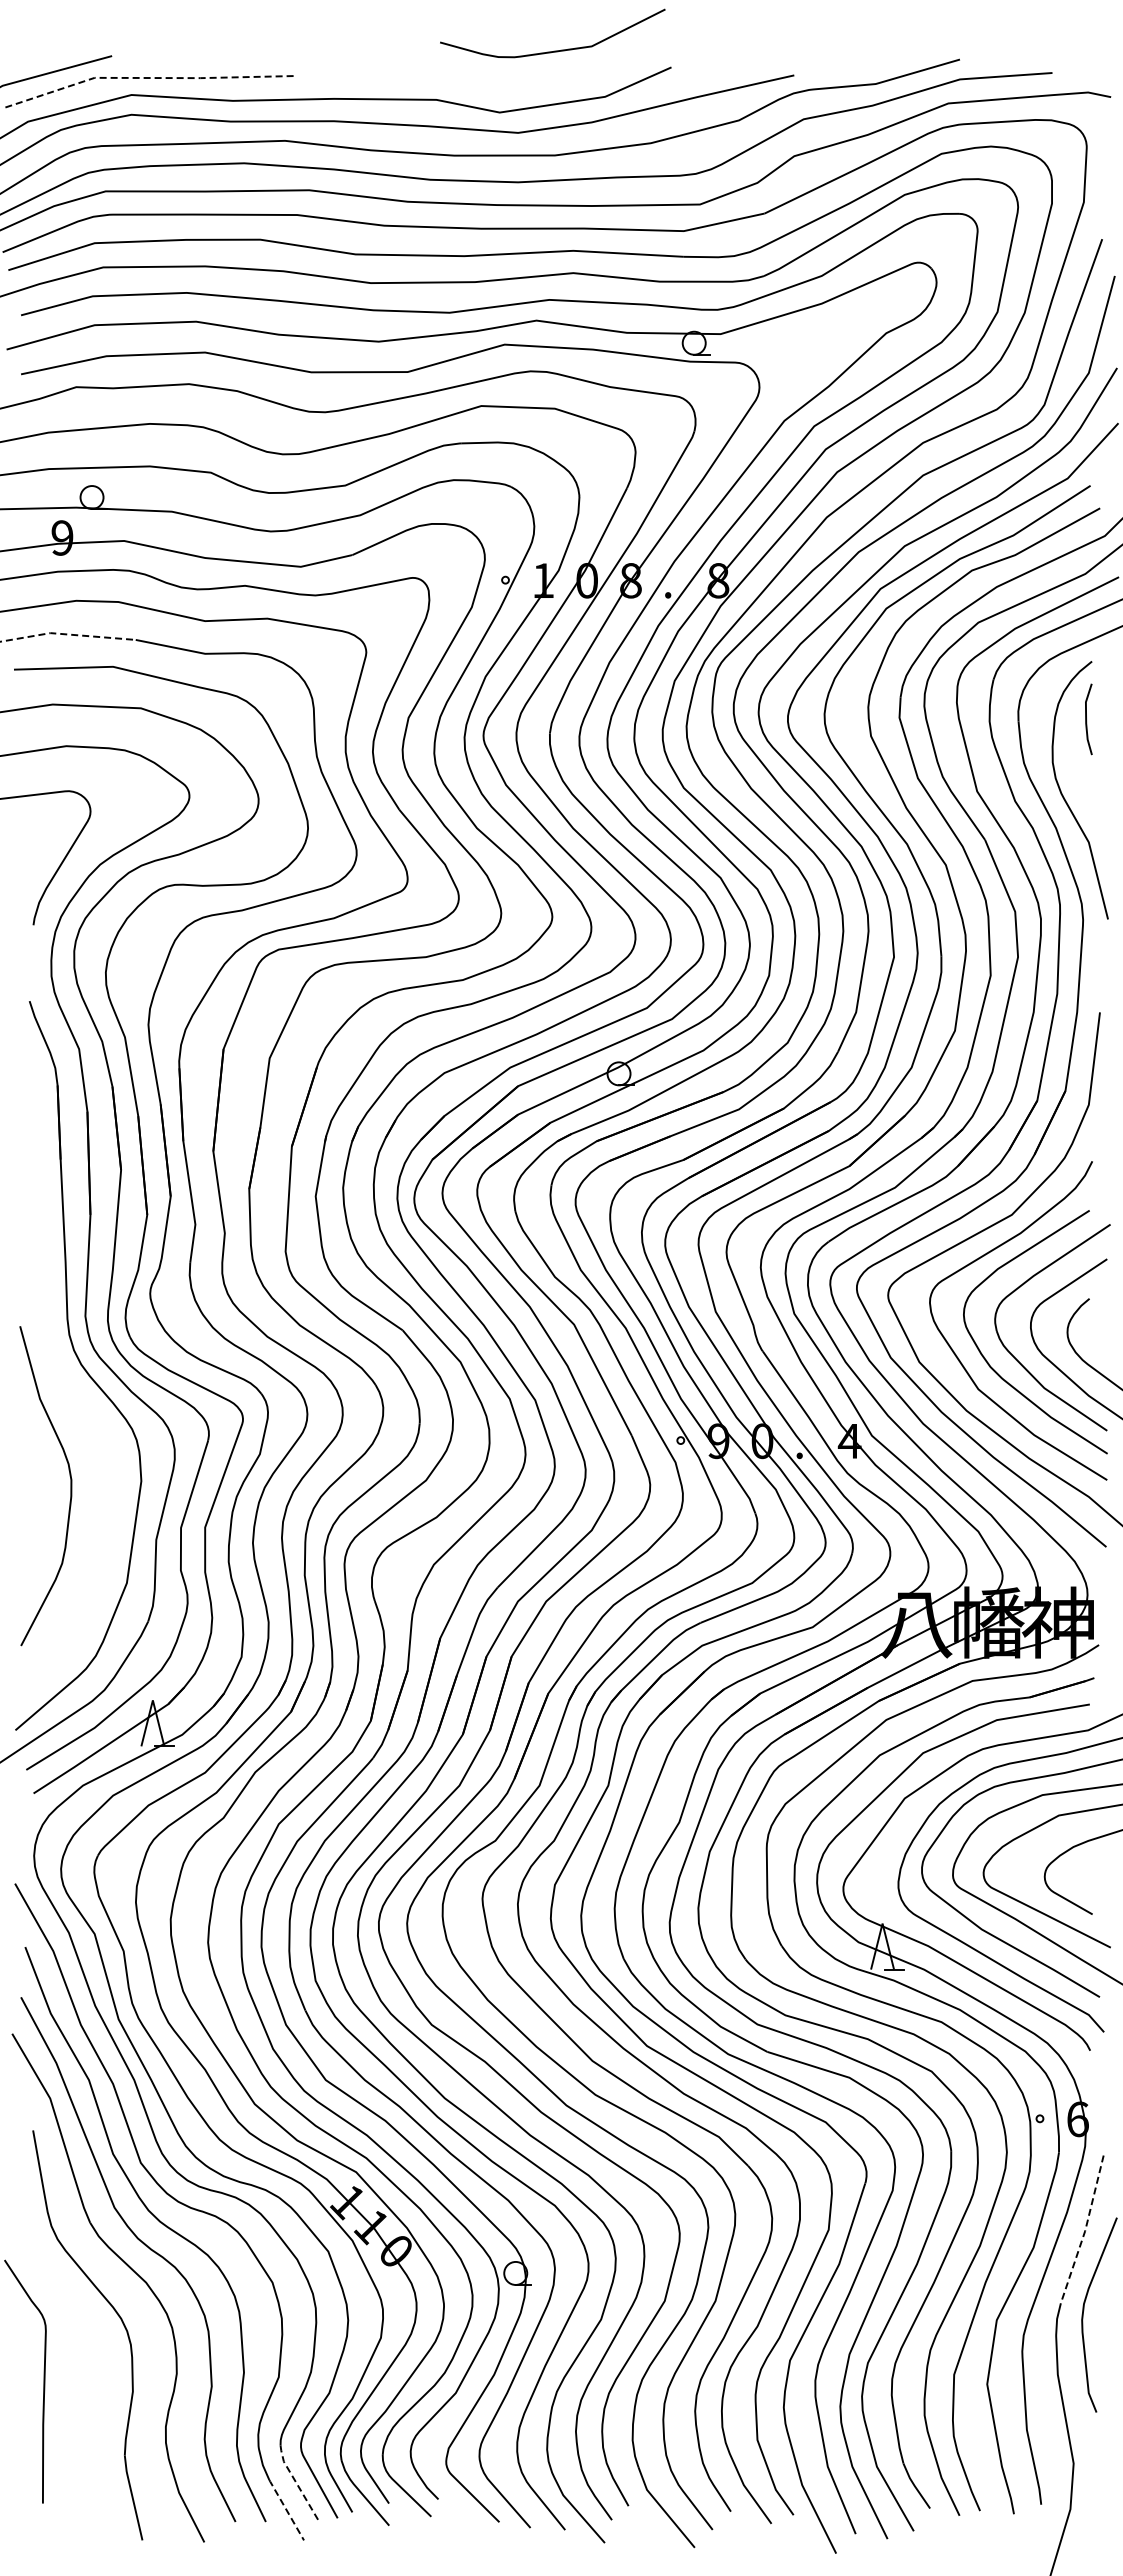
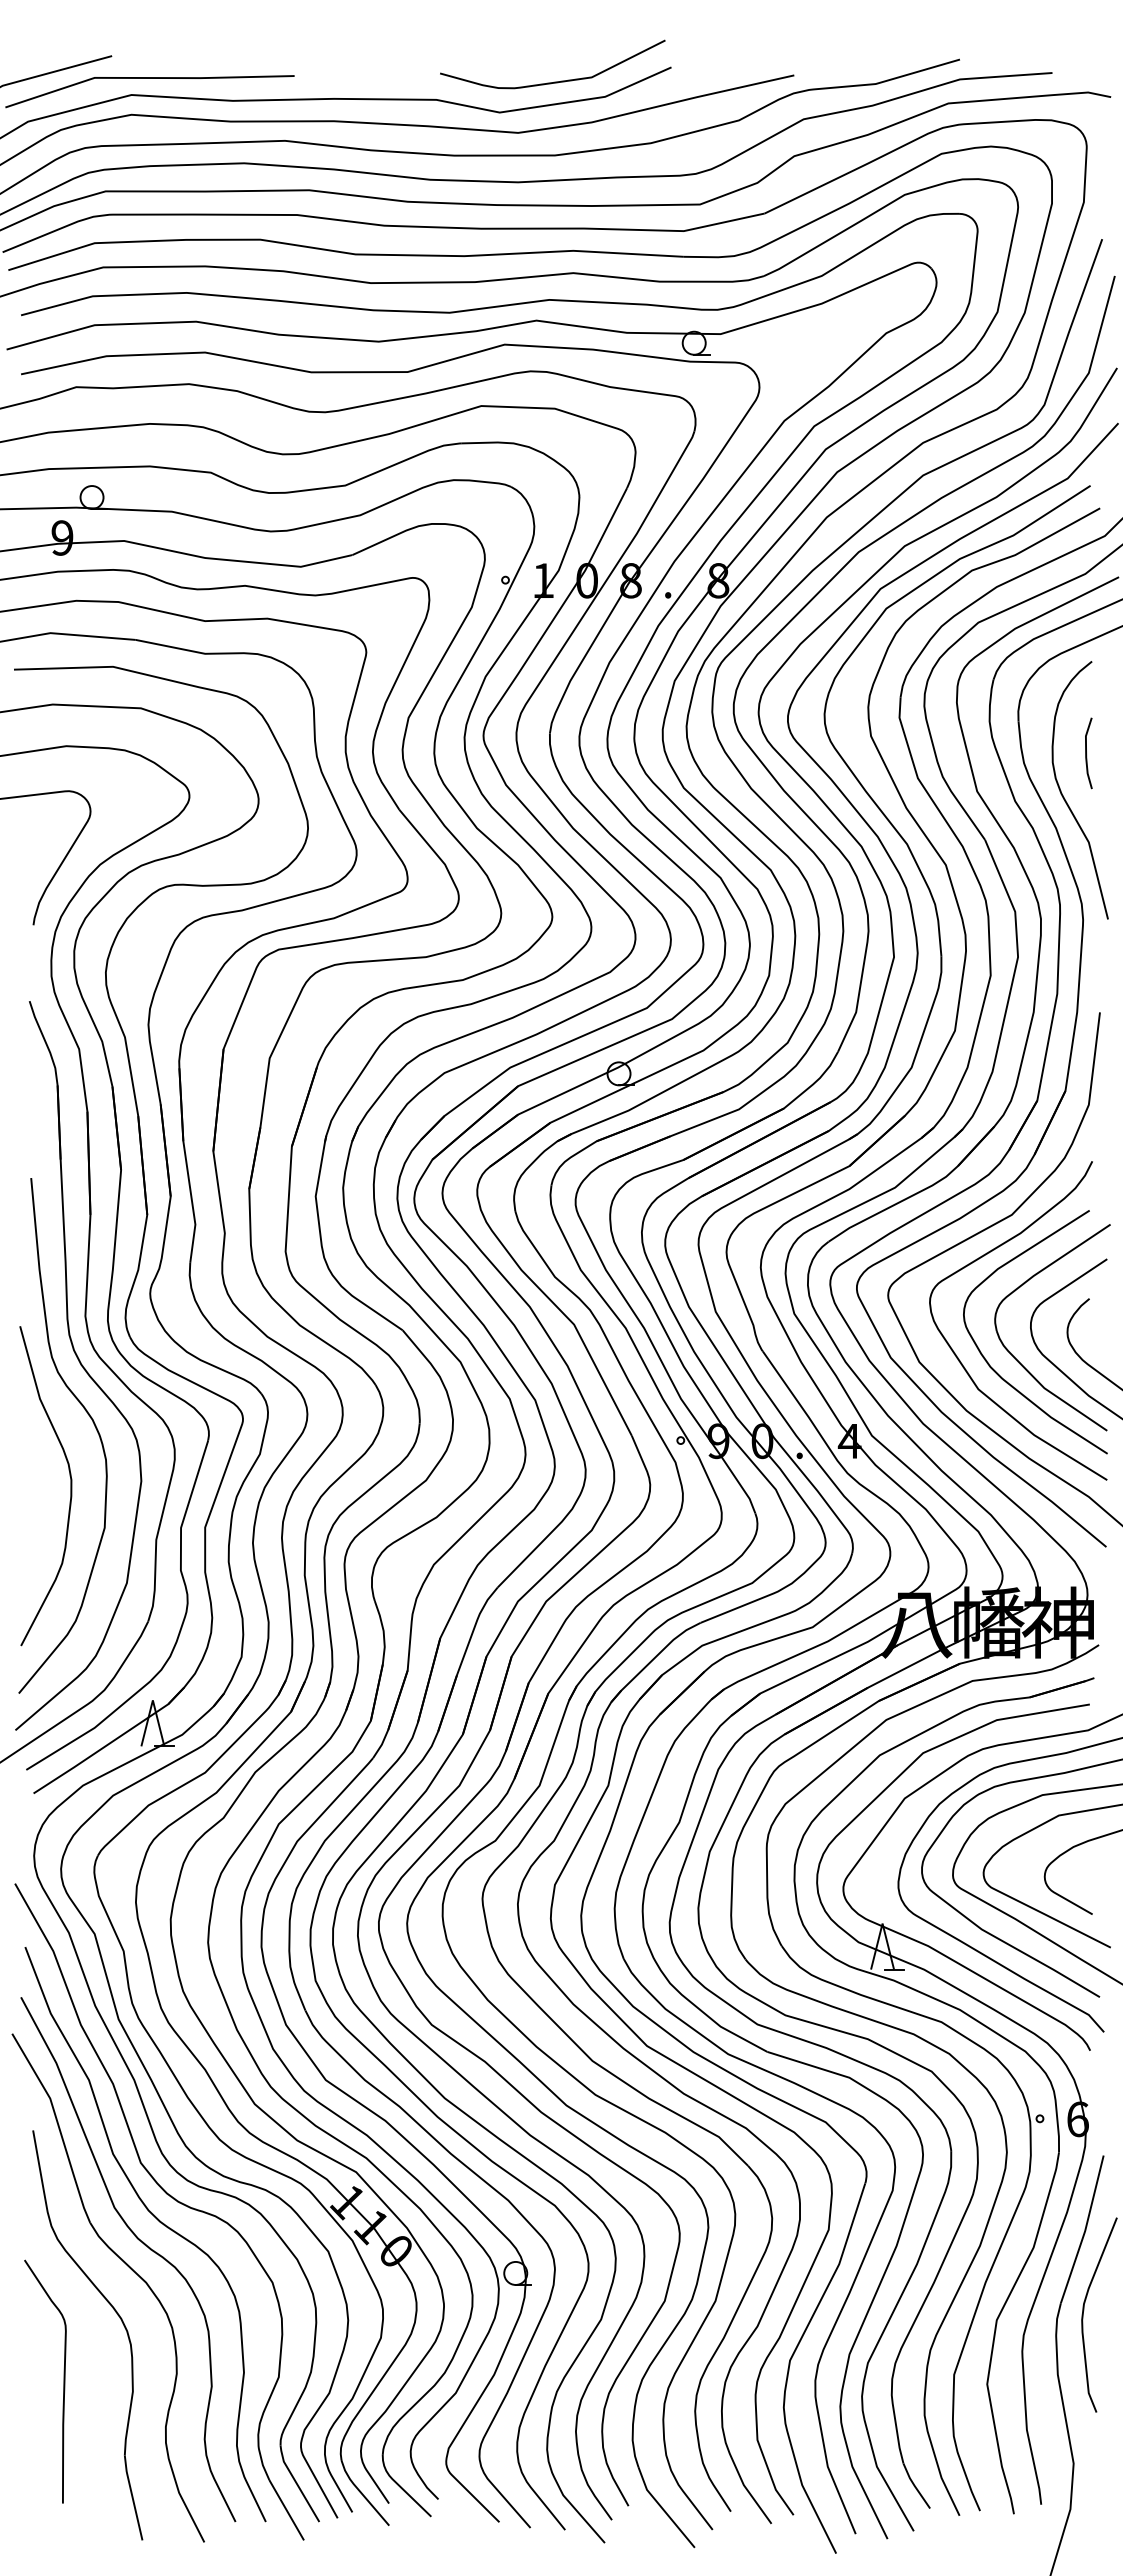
curve at (554, 50) position: (554, 50) -> (554, 81)
line at (147, 78): dashed -> solid
line at (67, 634): dashed -> solid
line at (1086, 719) position: (1086, 719) -> (1086, 753)
curve at (89, 1417): none -> present
line at (1085, 2231): dashed -> solid
curve at (43, 2381) position: (43, 2381) -> (63, 2381)
line at (296, 2483): dashed -> solid
line at (286, 2510): dashed -> solid
